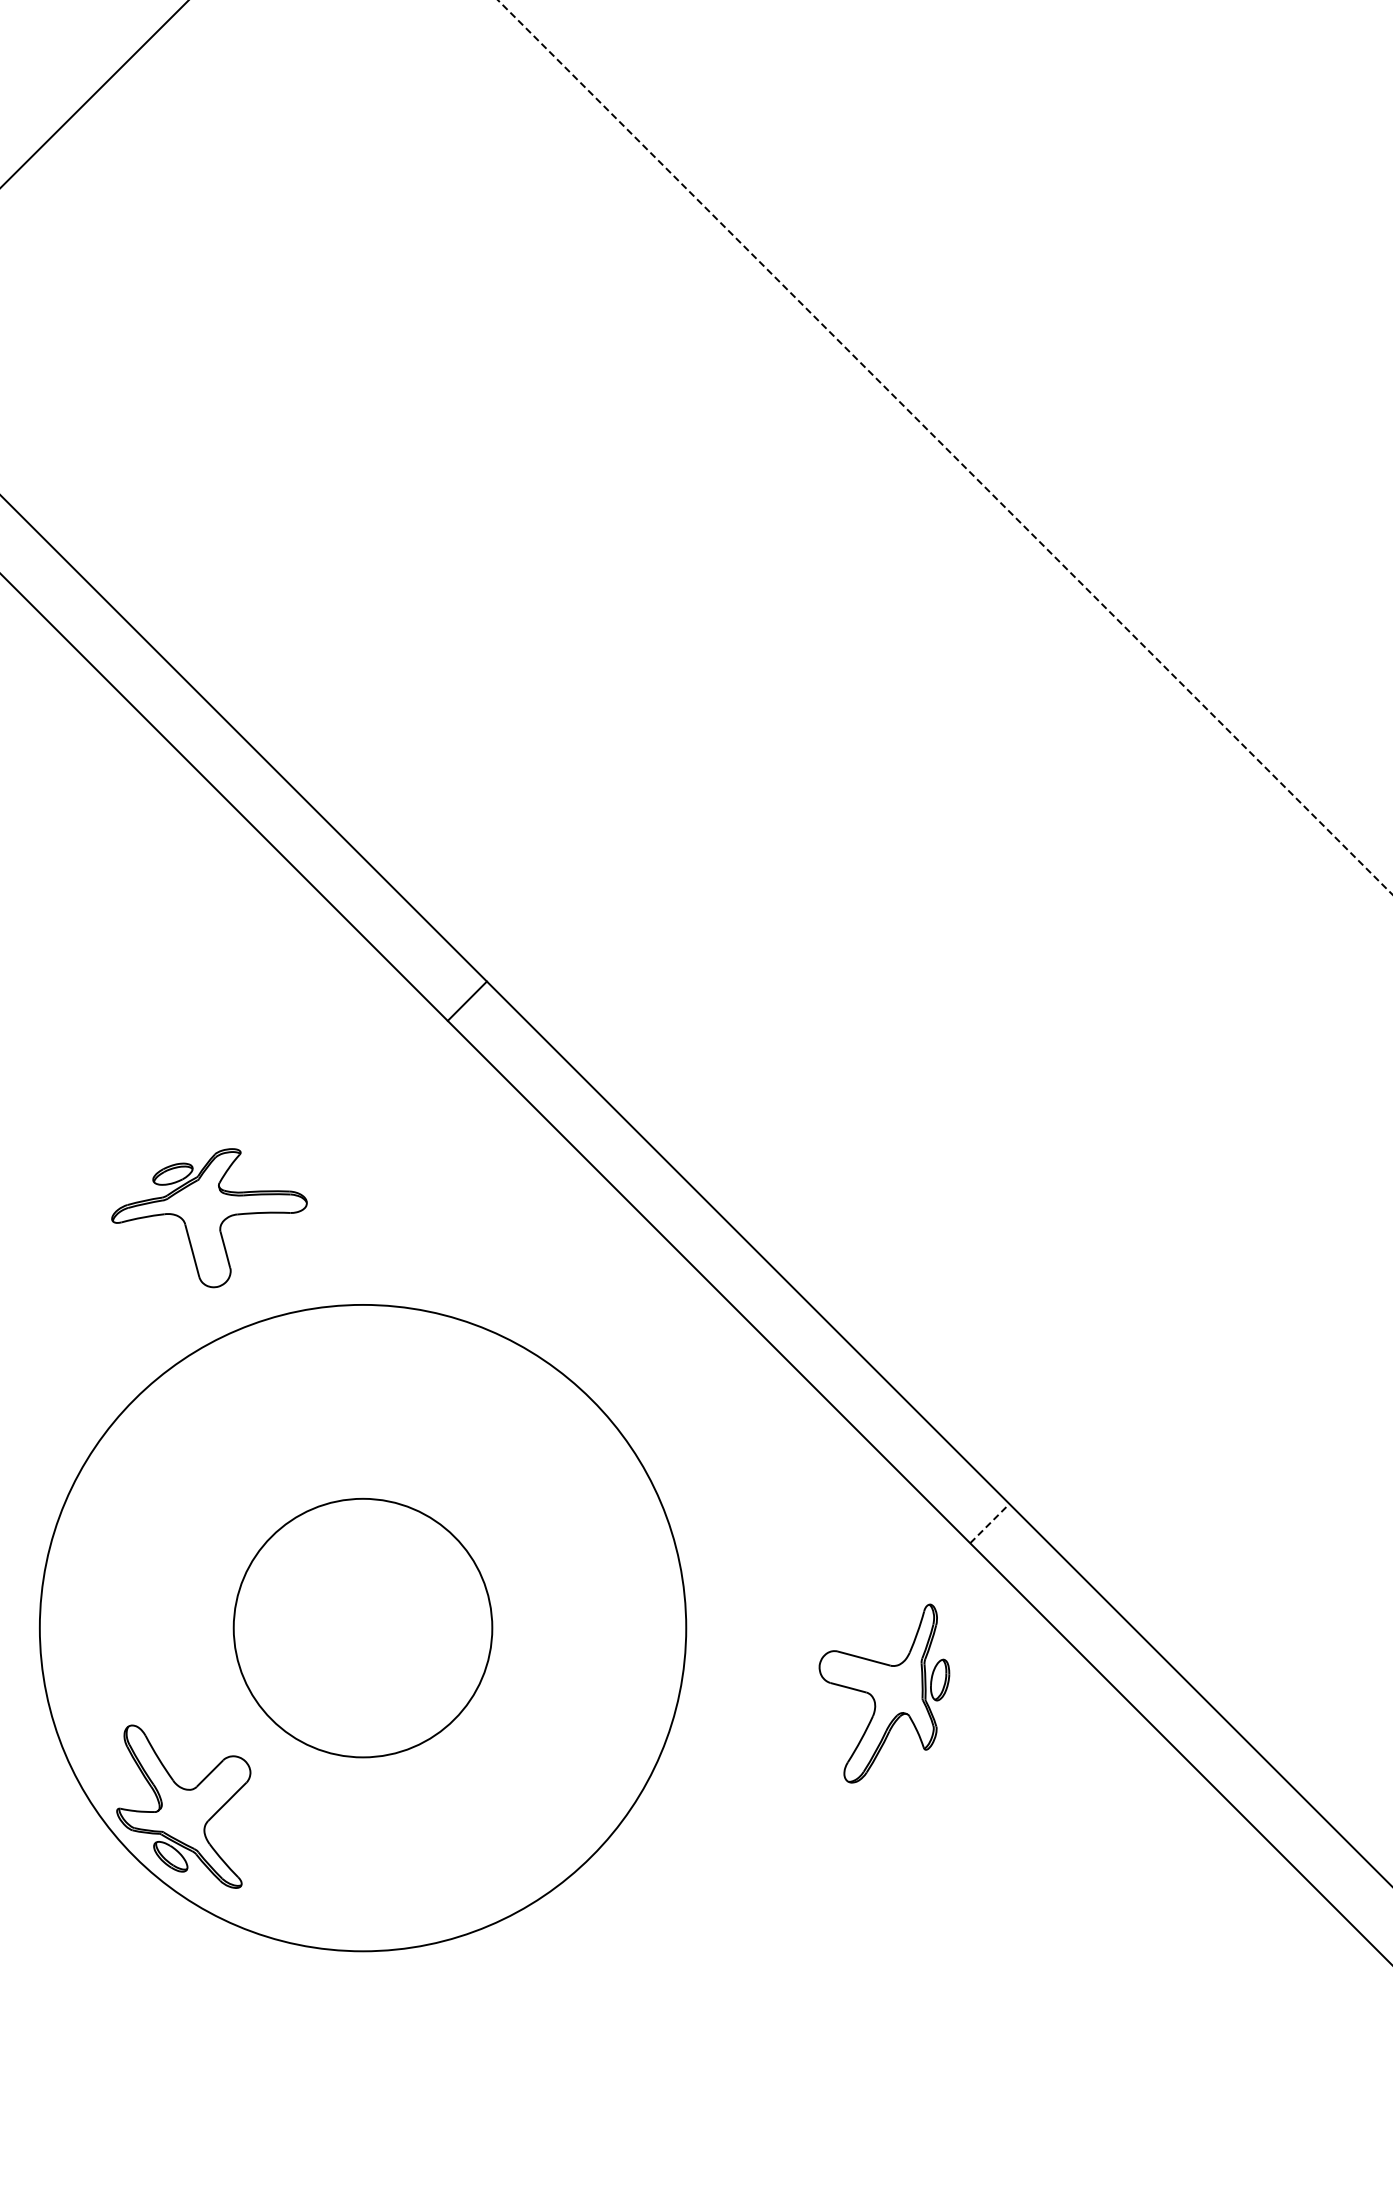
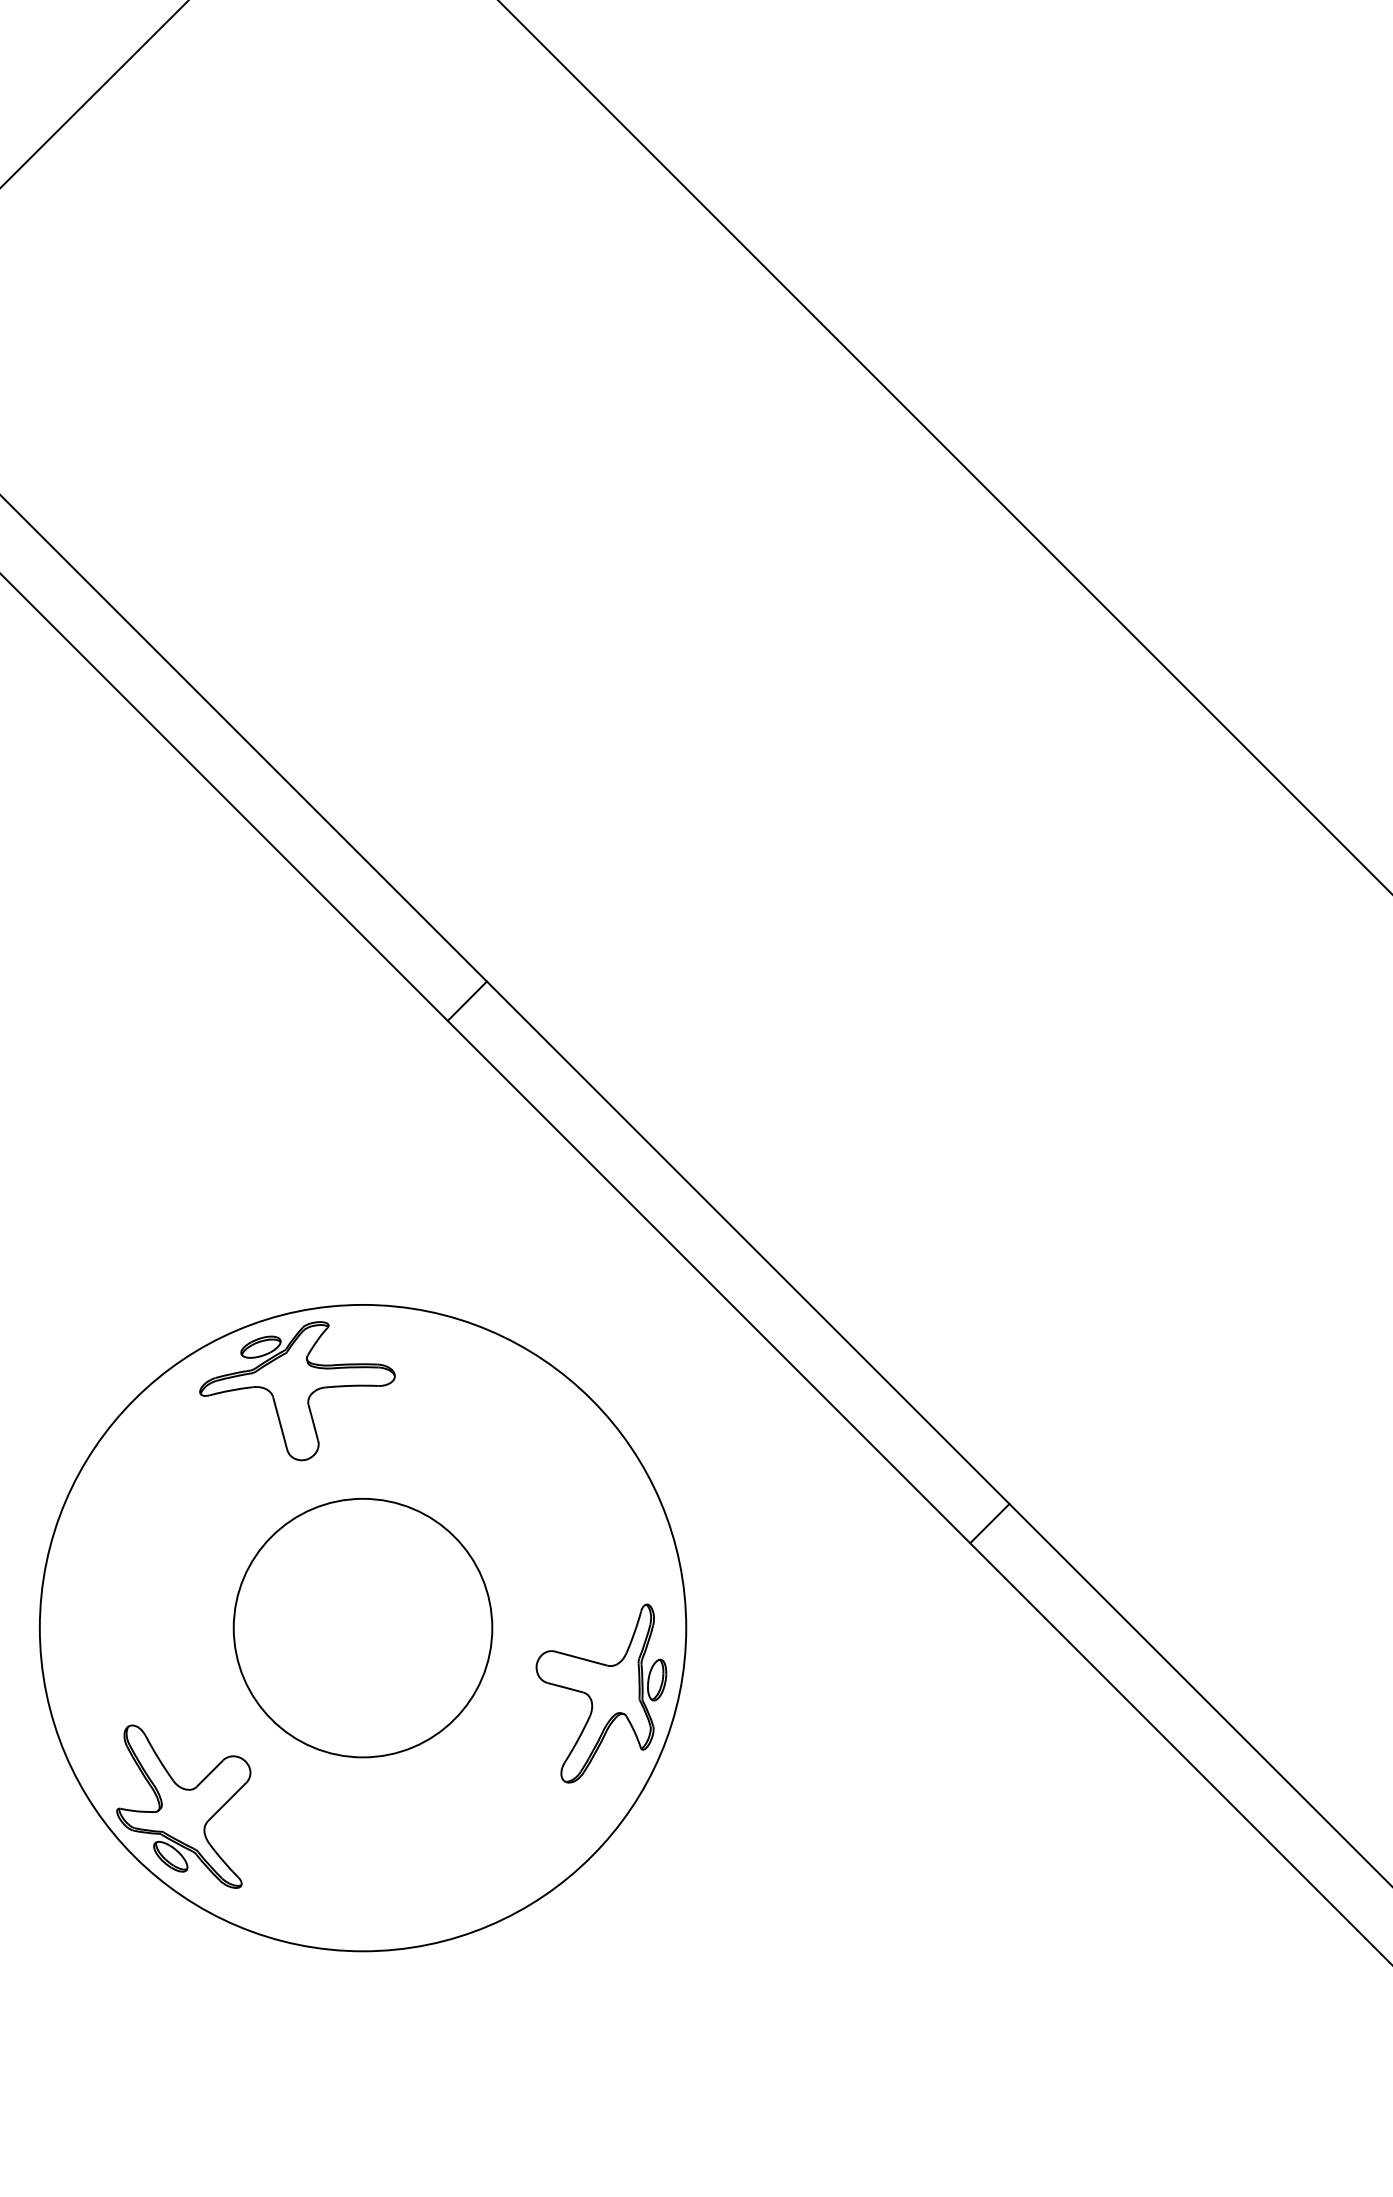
line at (945, 447): dashed -> solid
part at (209, 1218) position: (209, 1218) -> (297, 1391)
line at (989, 1523): dashed -> solid
part at (884, 1693) position: (884, 1693) -> (601, 1693)
